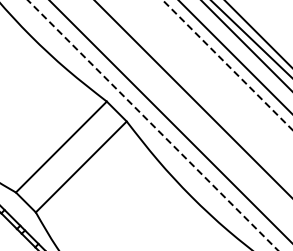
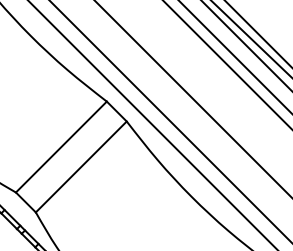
line at (227, 65): dashed -> solid
line at (152, 125): dashed -> solid
